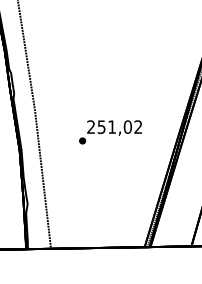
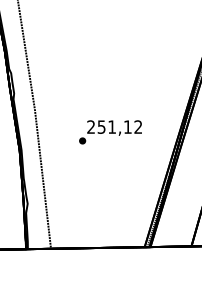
text at (127, 126): 251,02 -> 251,12
